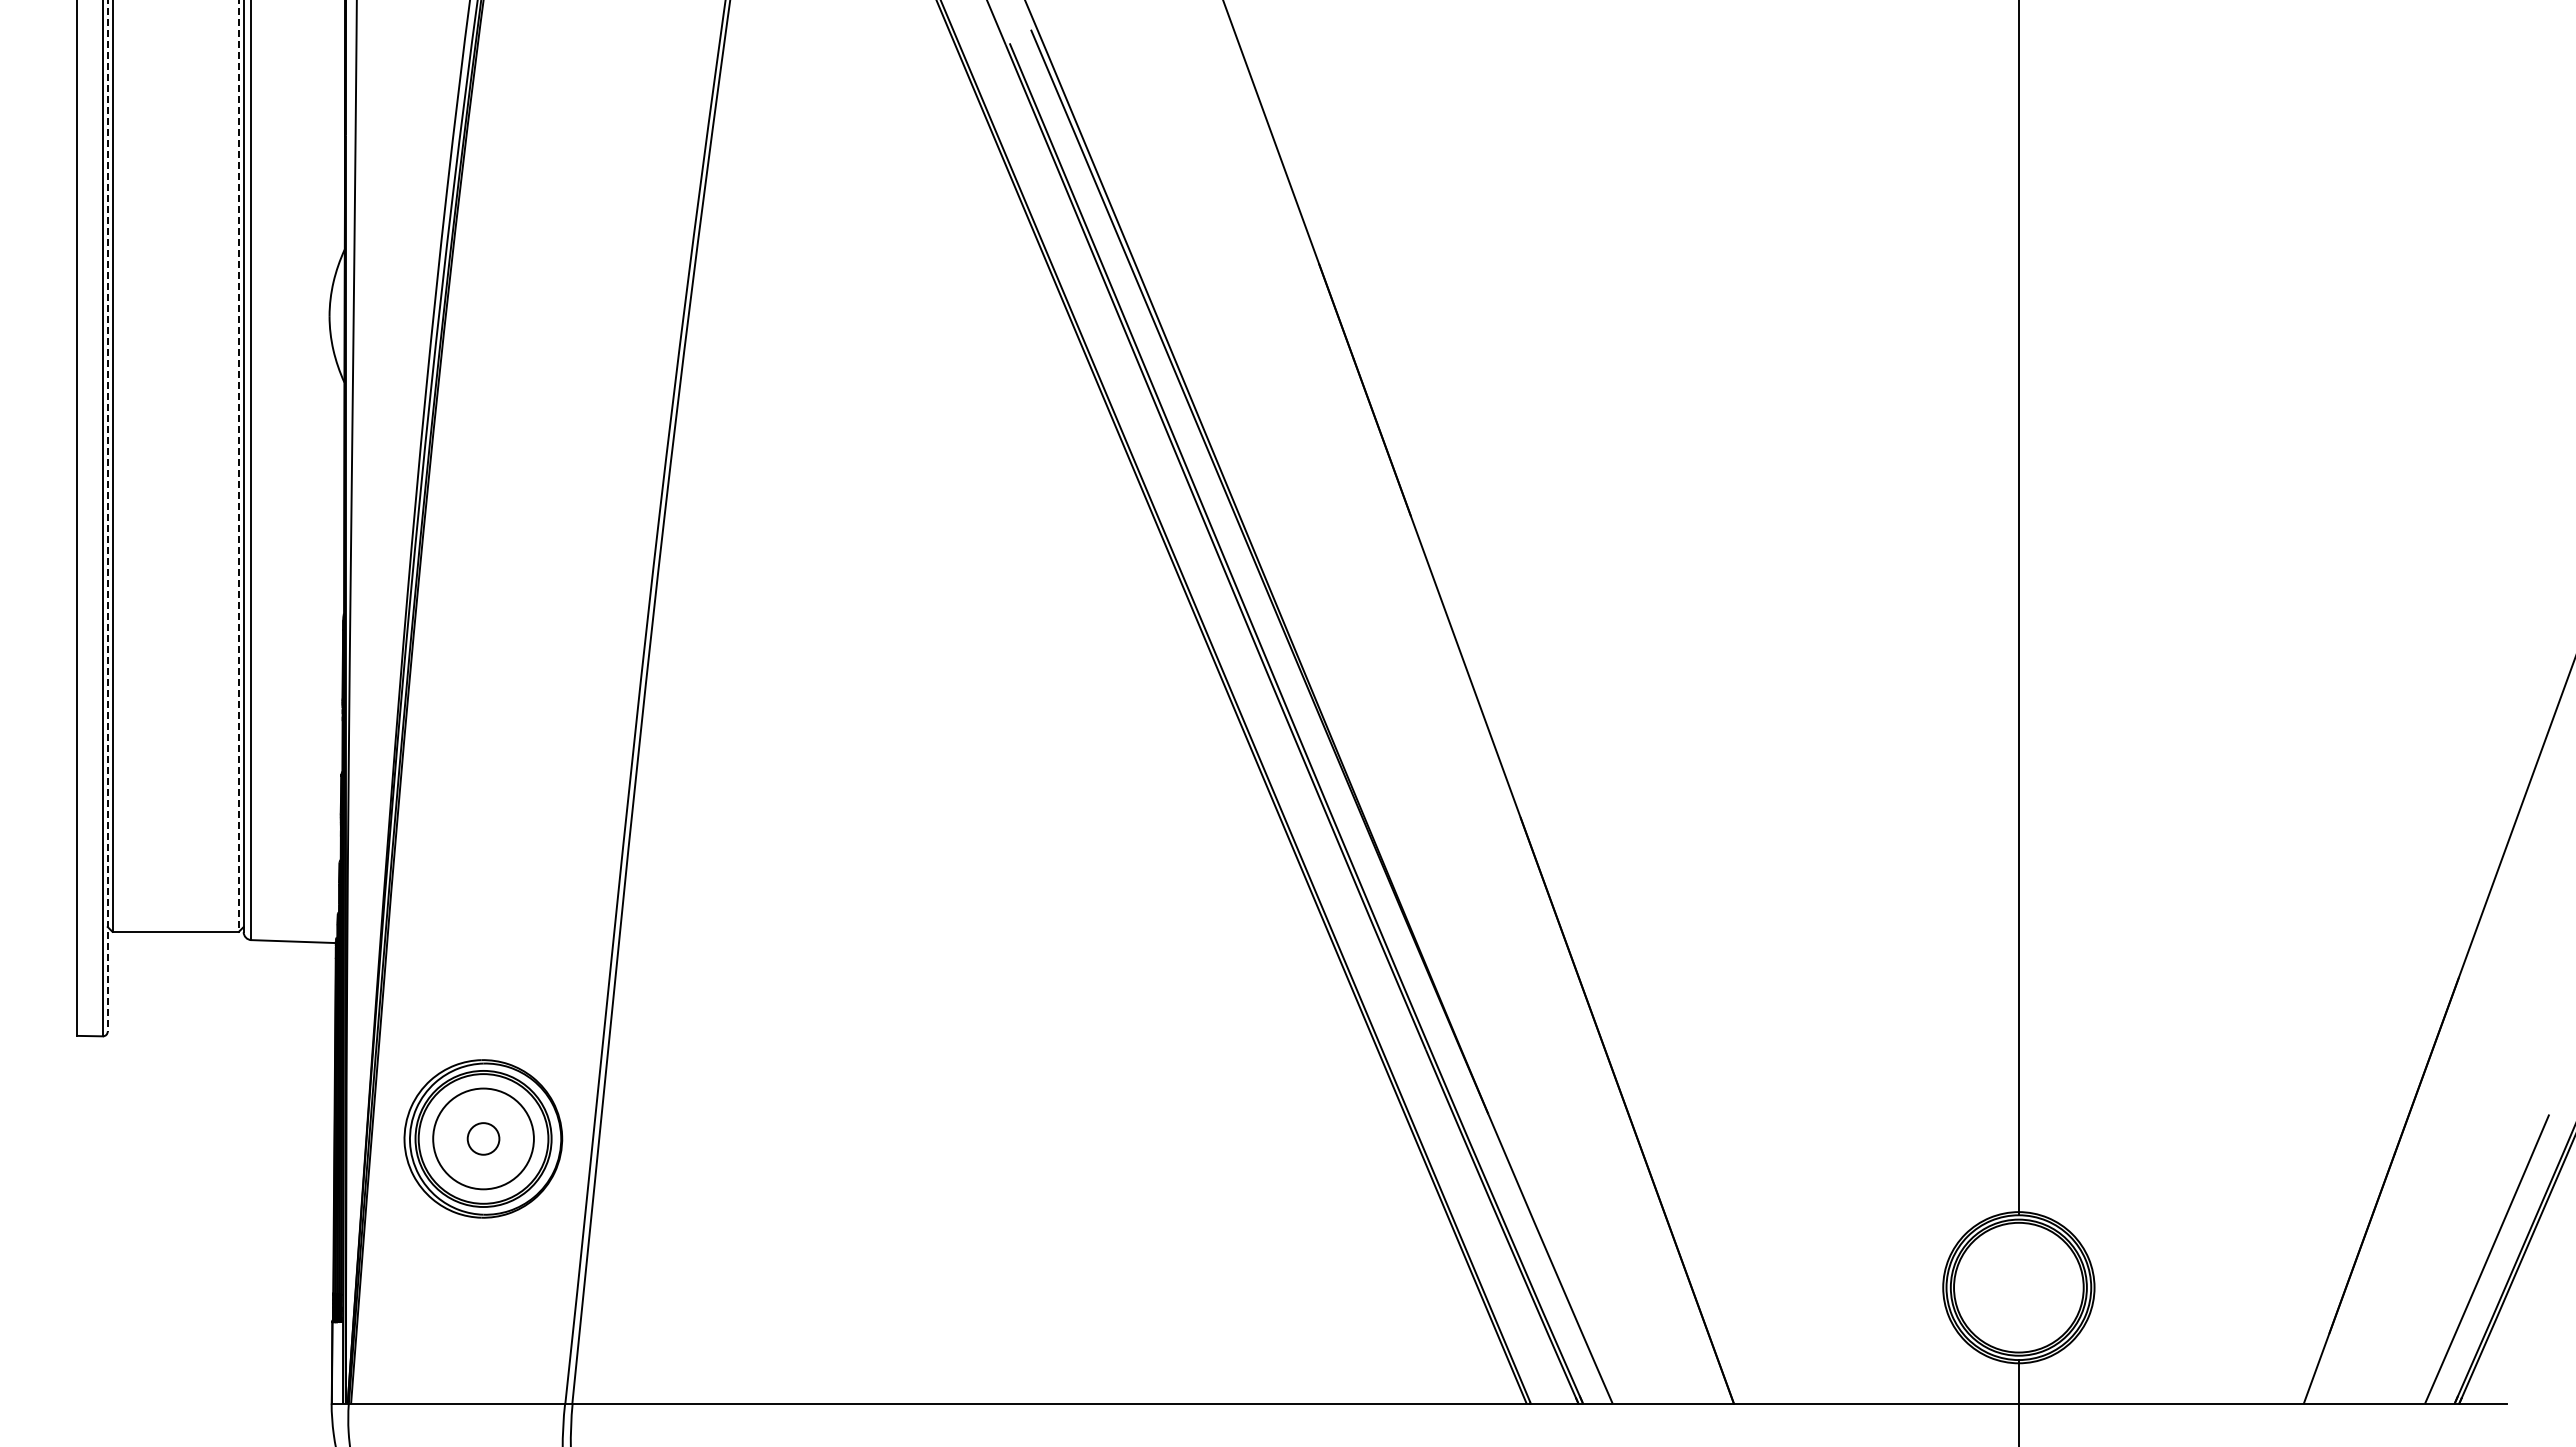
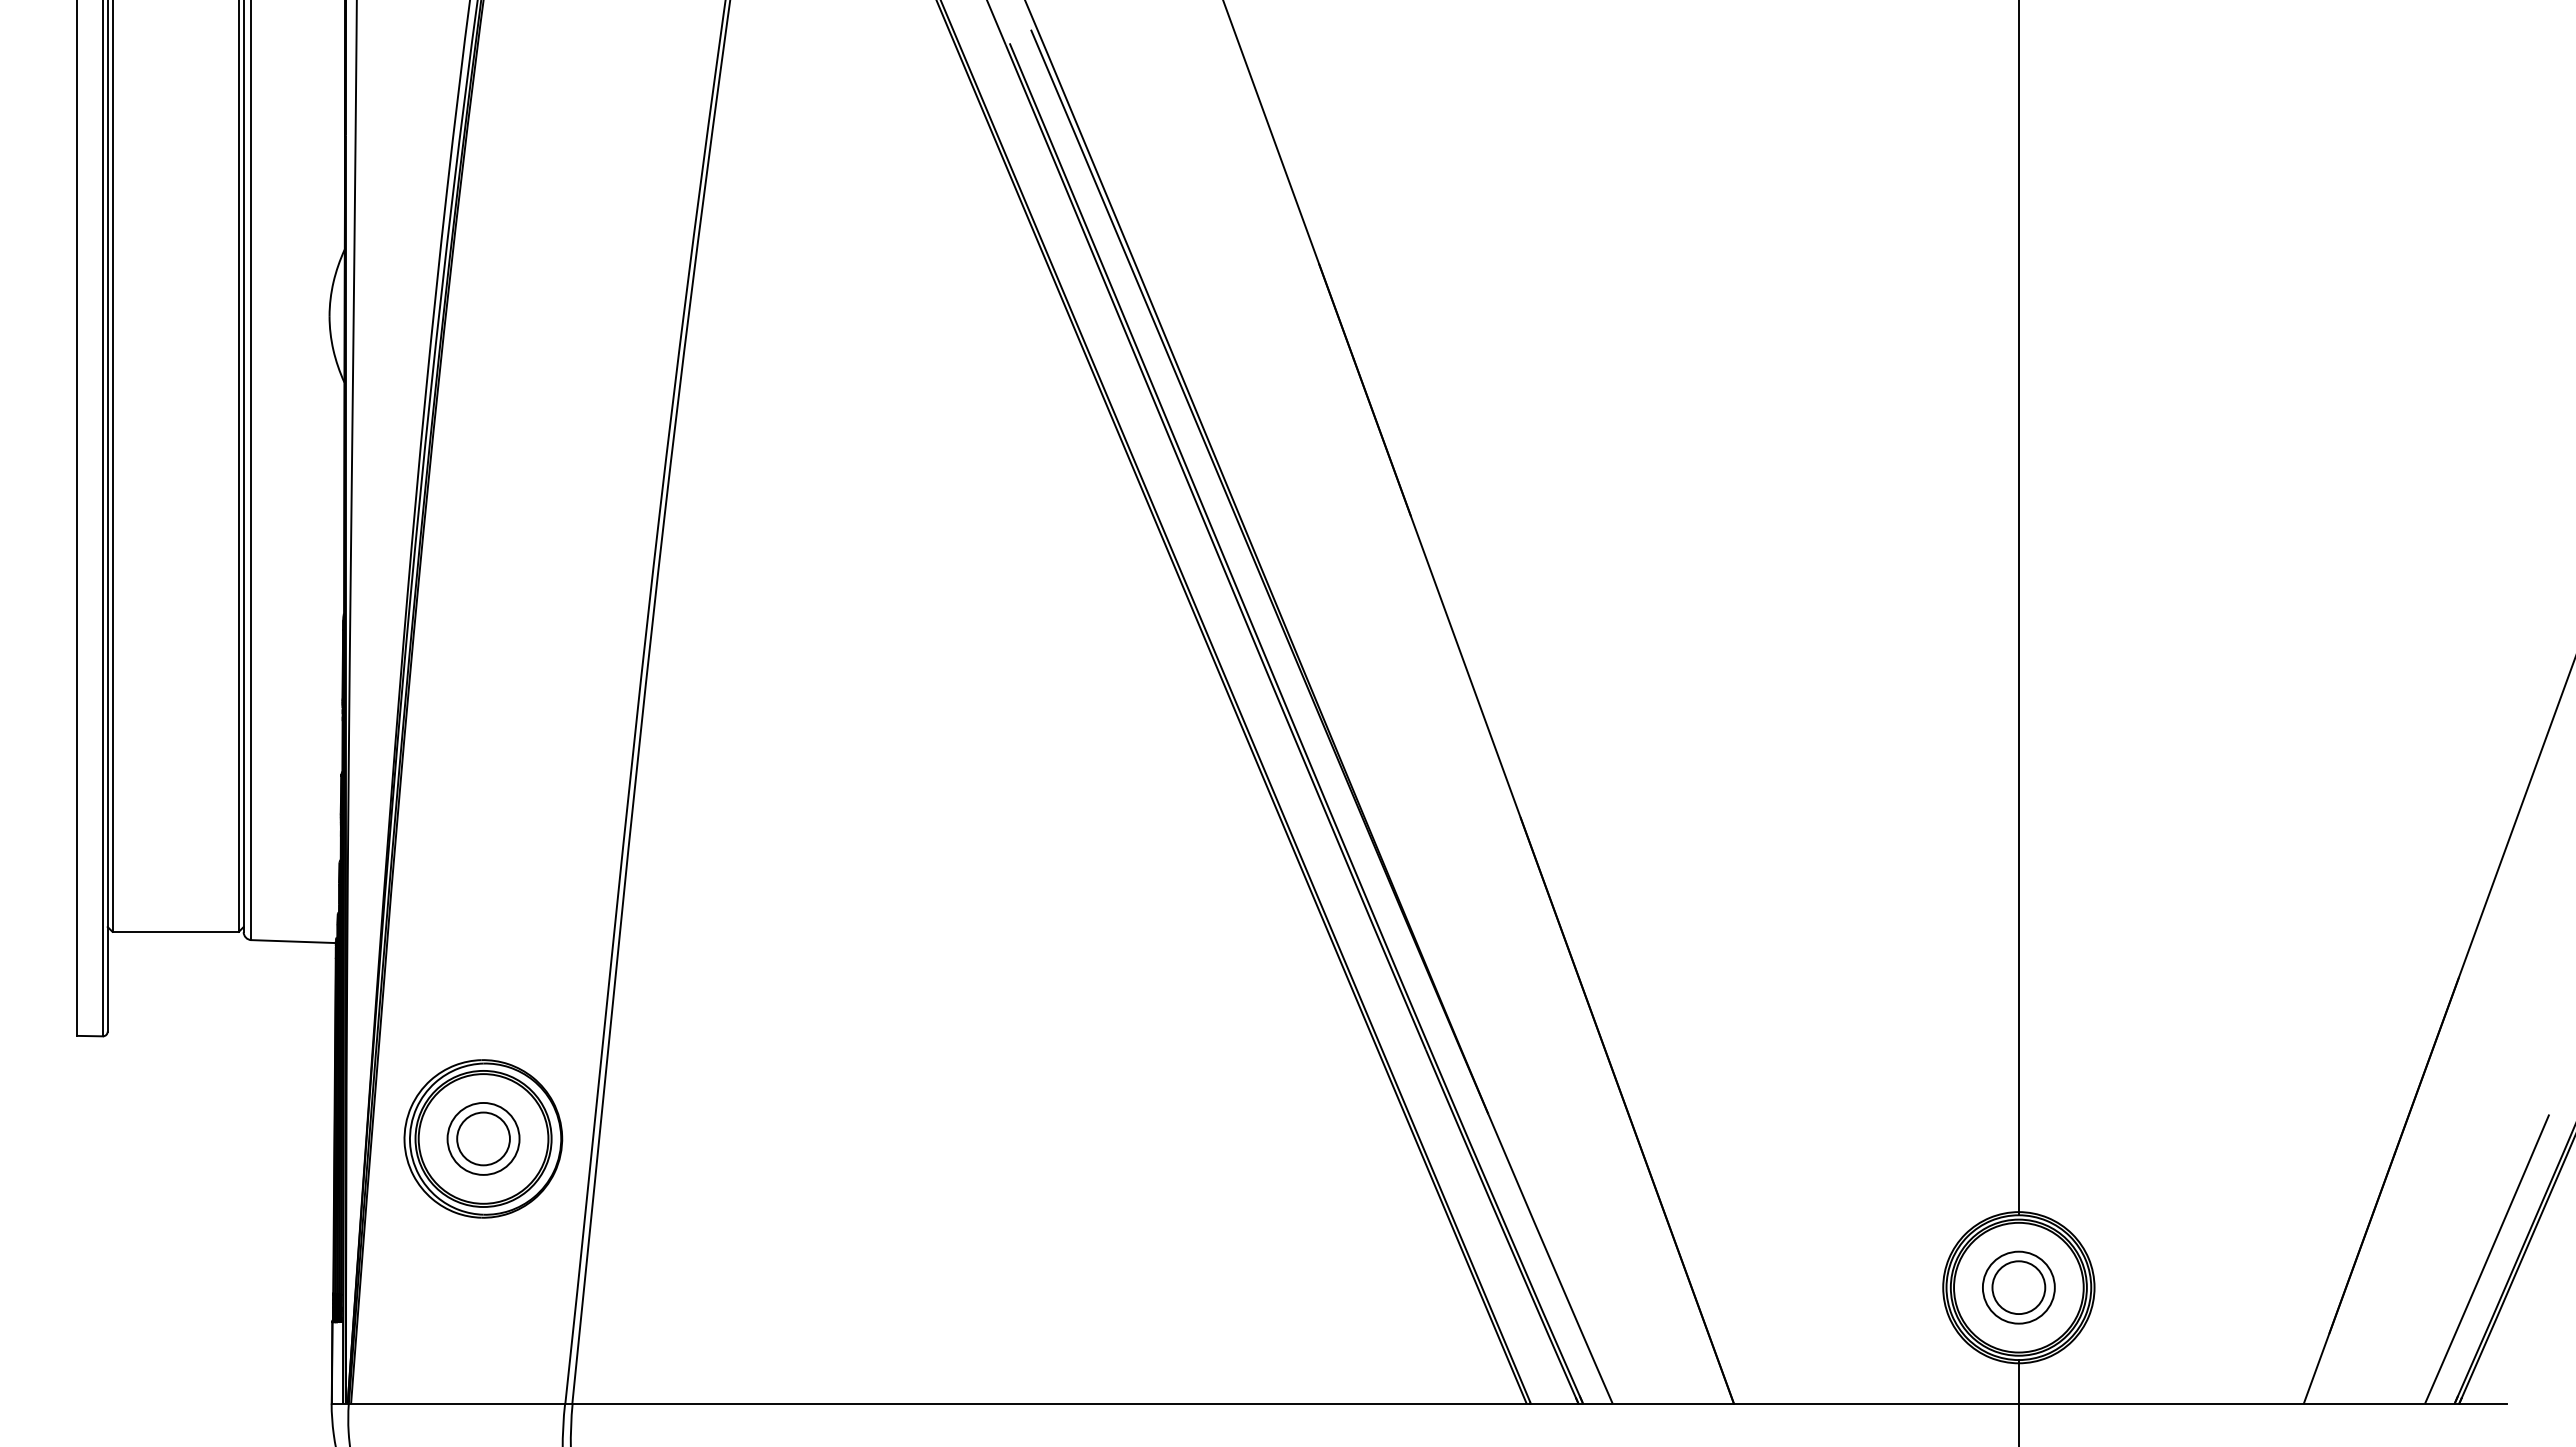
line at (238, 466): dashed -> solid
line at (107, 516): dashed -> solid
circle at (483, 1138) diameter: 101 px -> 72 px
circle at (483, 1138) diameter: 32 px -> 53 px
part at (2018, 1287): none -> present
